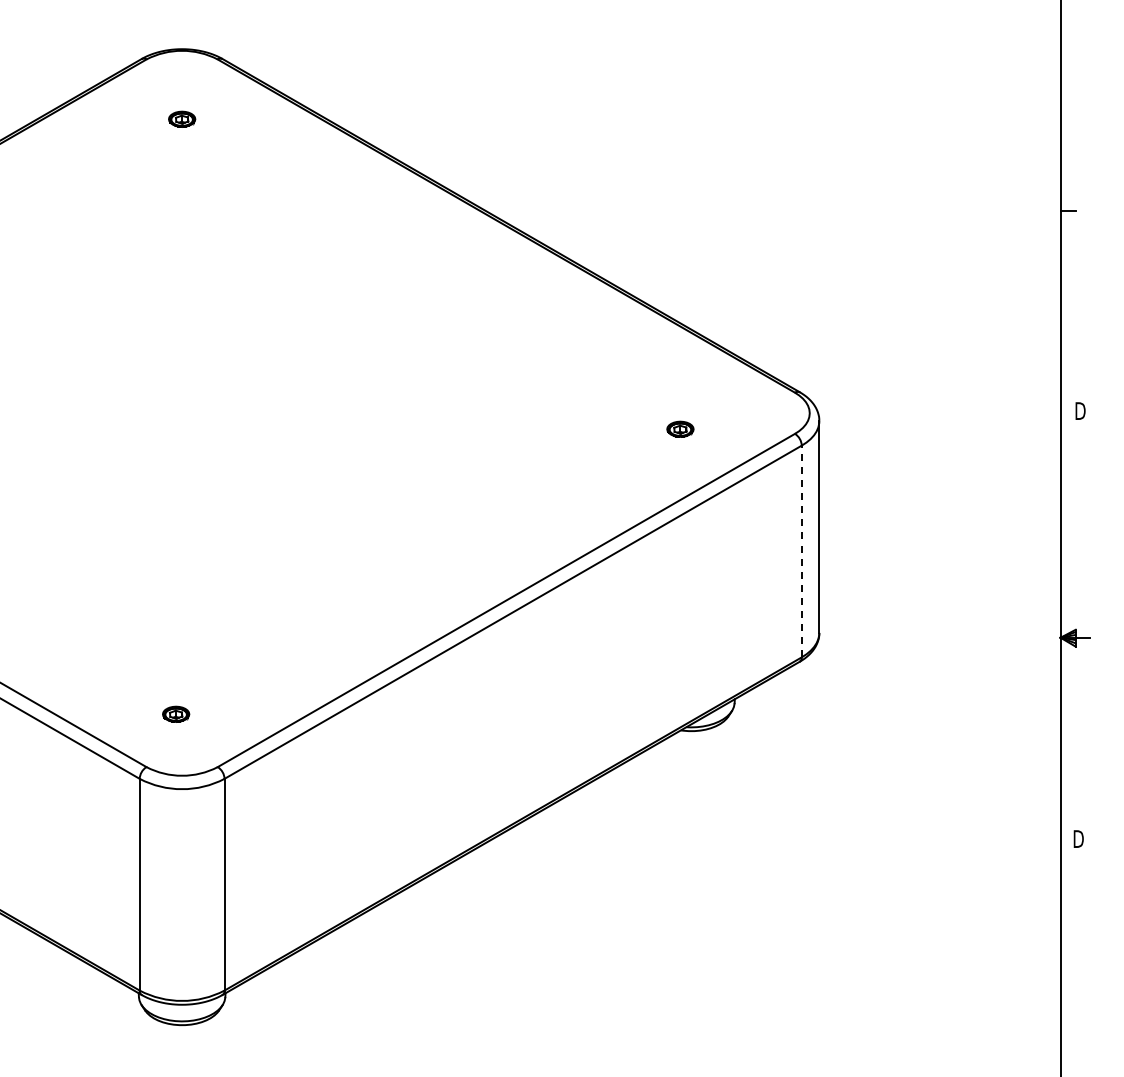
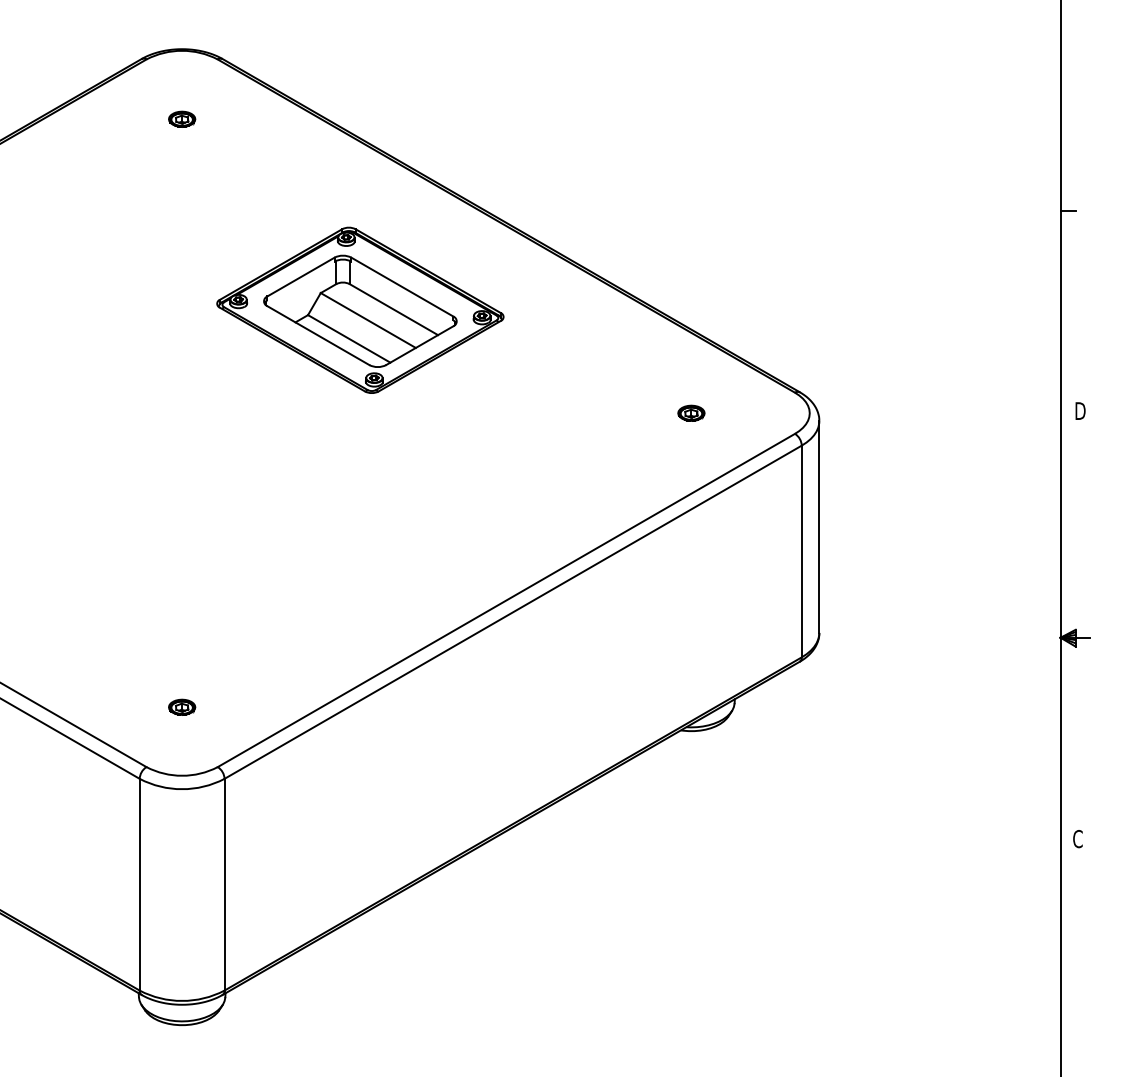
part at (360, 309): none -> present
part at (680, 428) position: (680, 428) -> (691, 412)
line at (801, 551): dashed -> solid
part at (176, 713) position: (176, 713) -> (182, 706)
text at (1078, 839): D -> C
